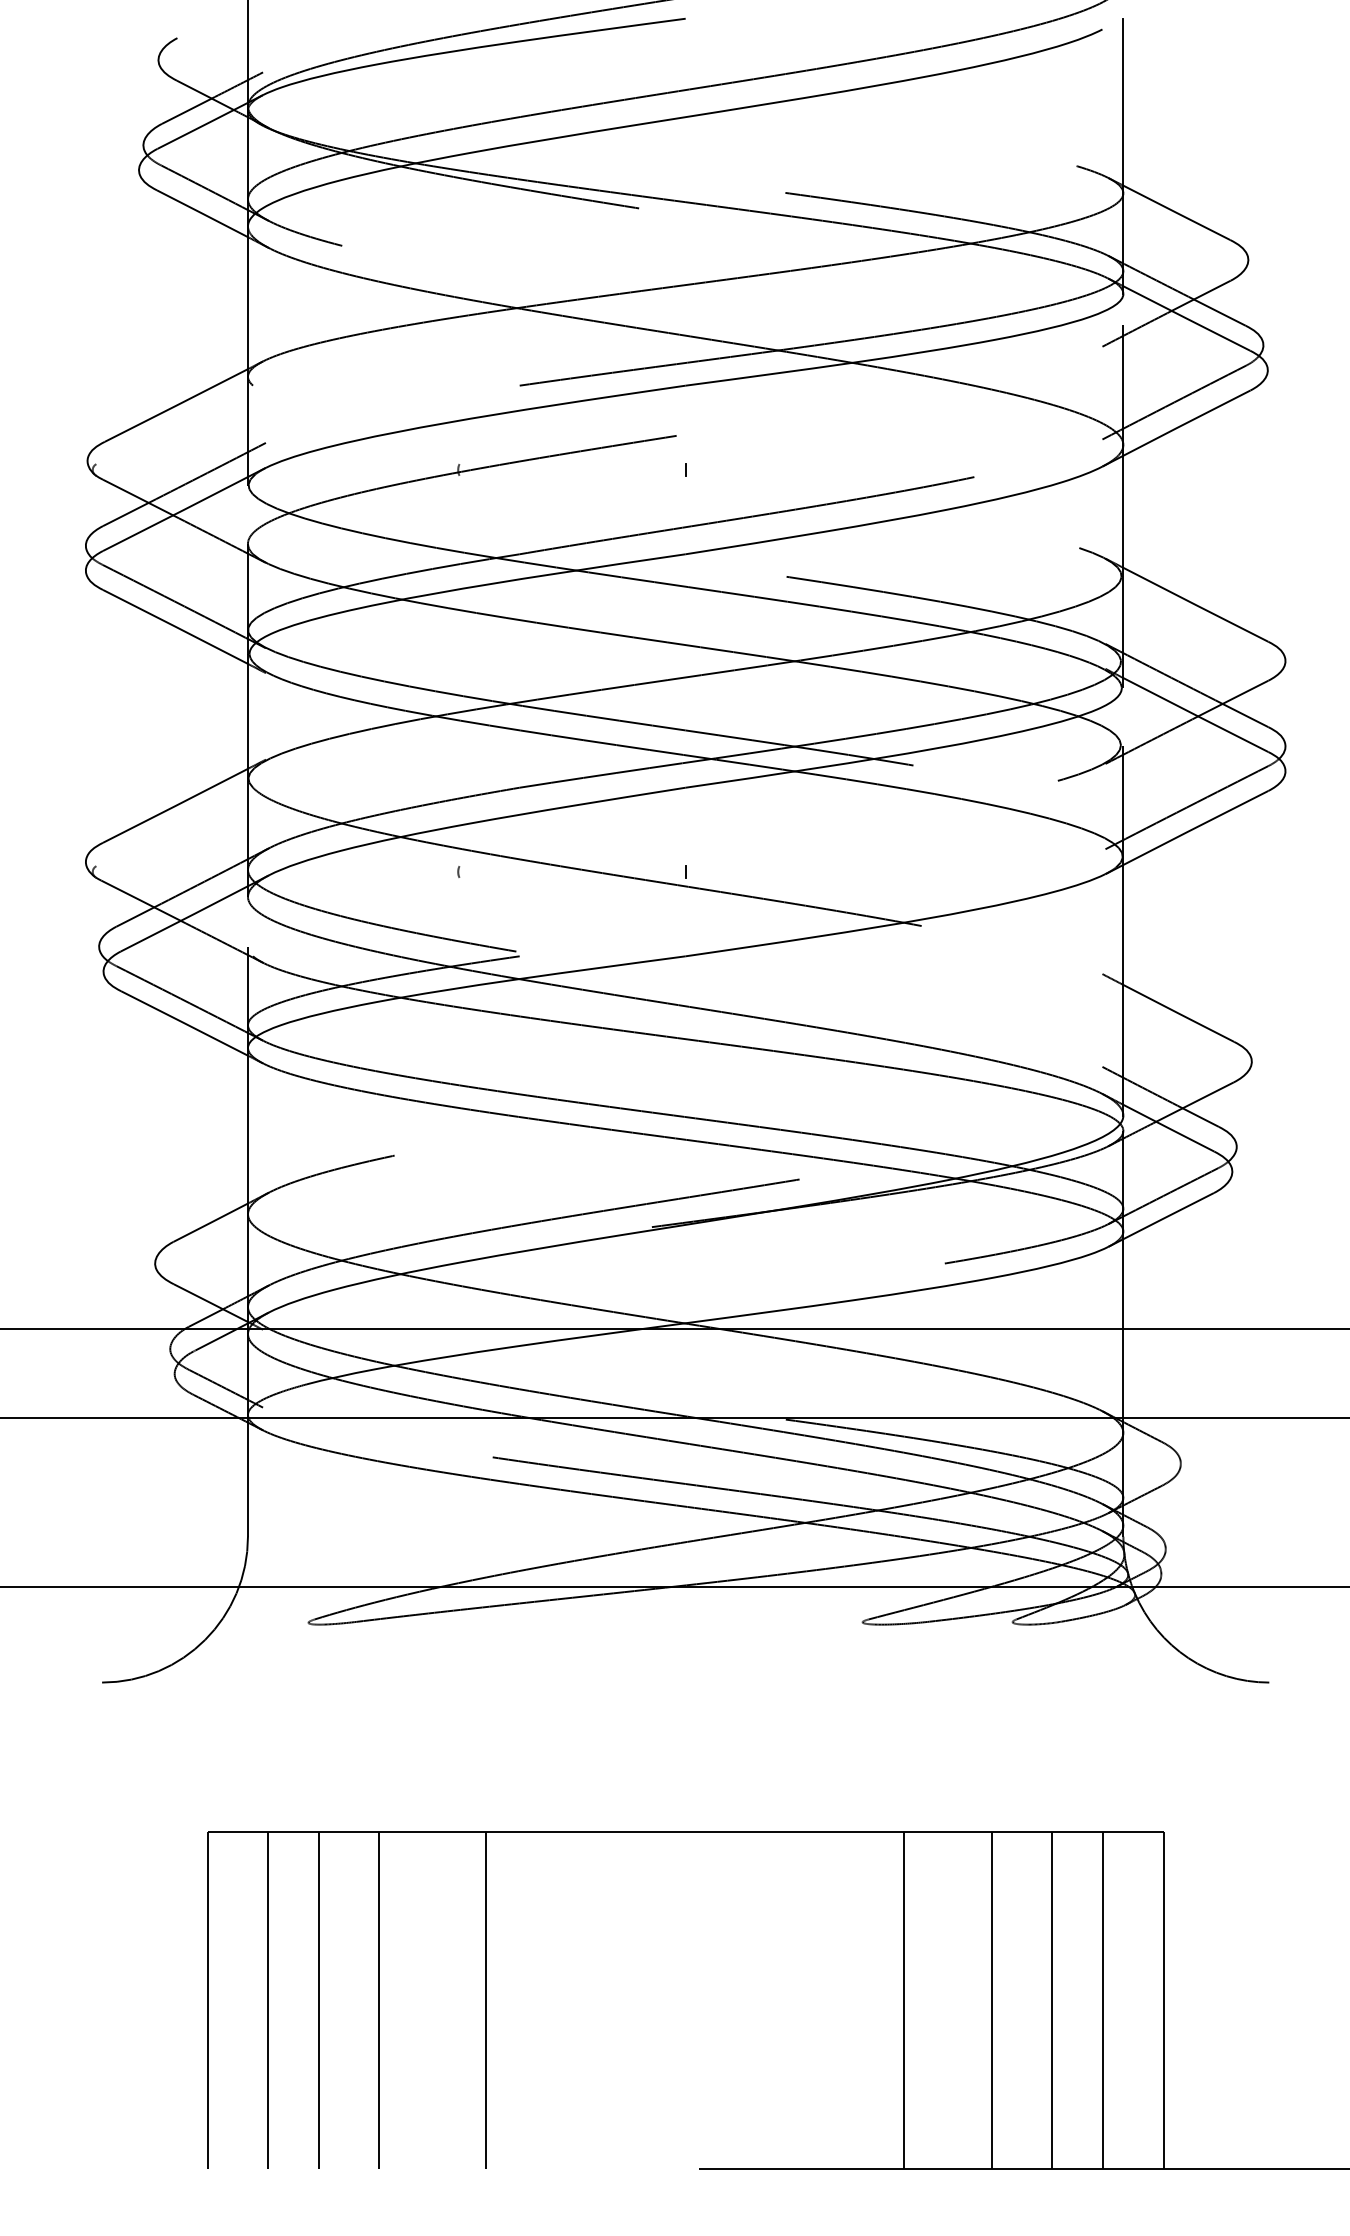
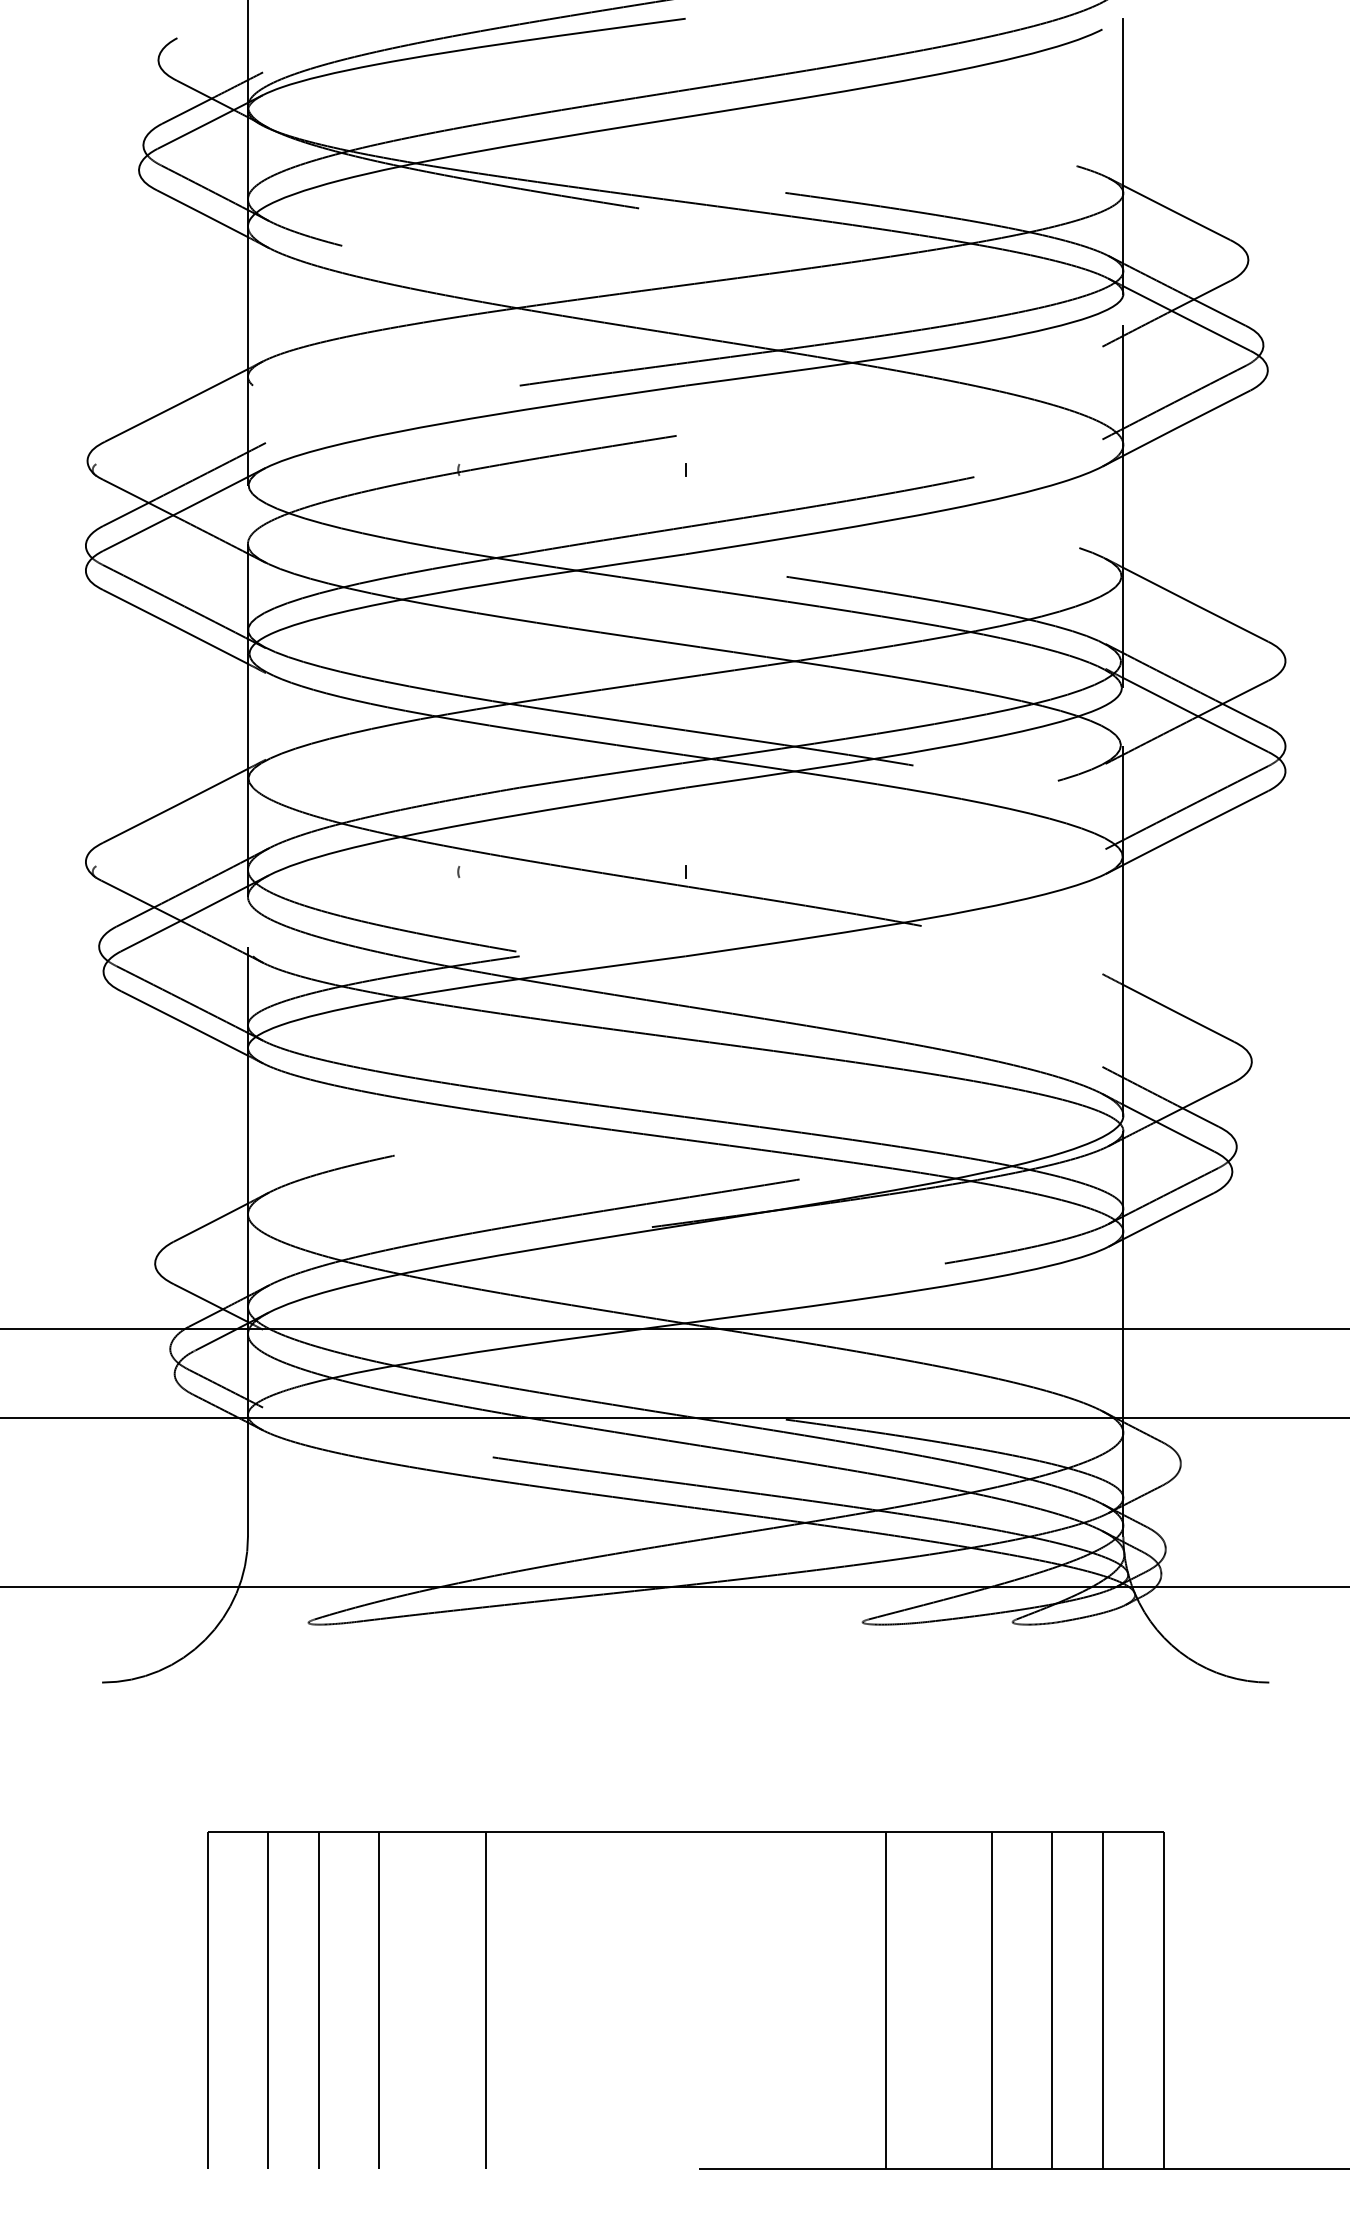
line at (903, 1999) position: (903, 1999) -> (885, 1999)
